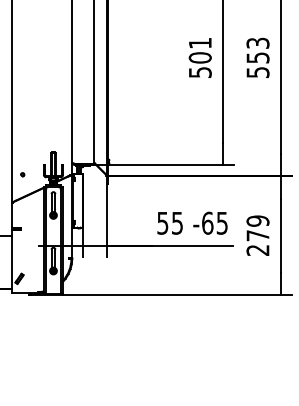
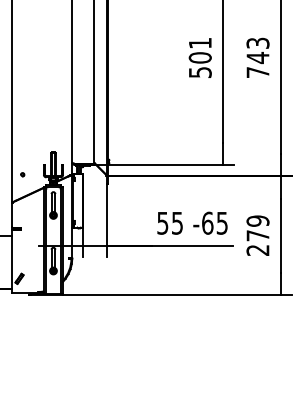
text at (257, 64): 553 -> 743
